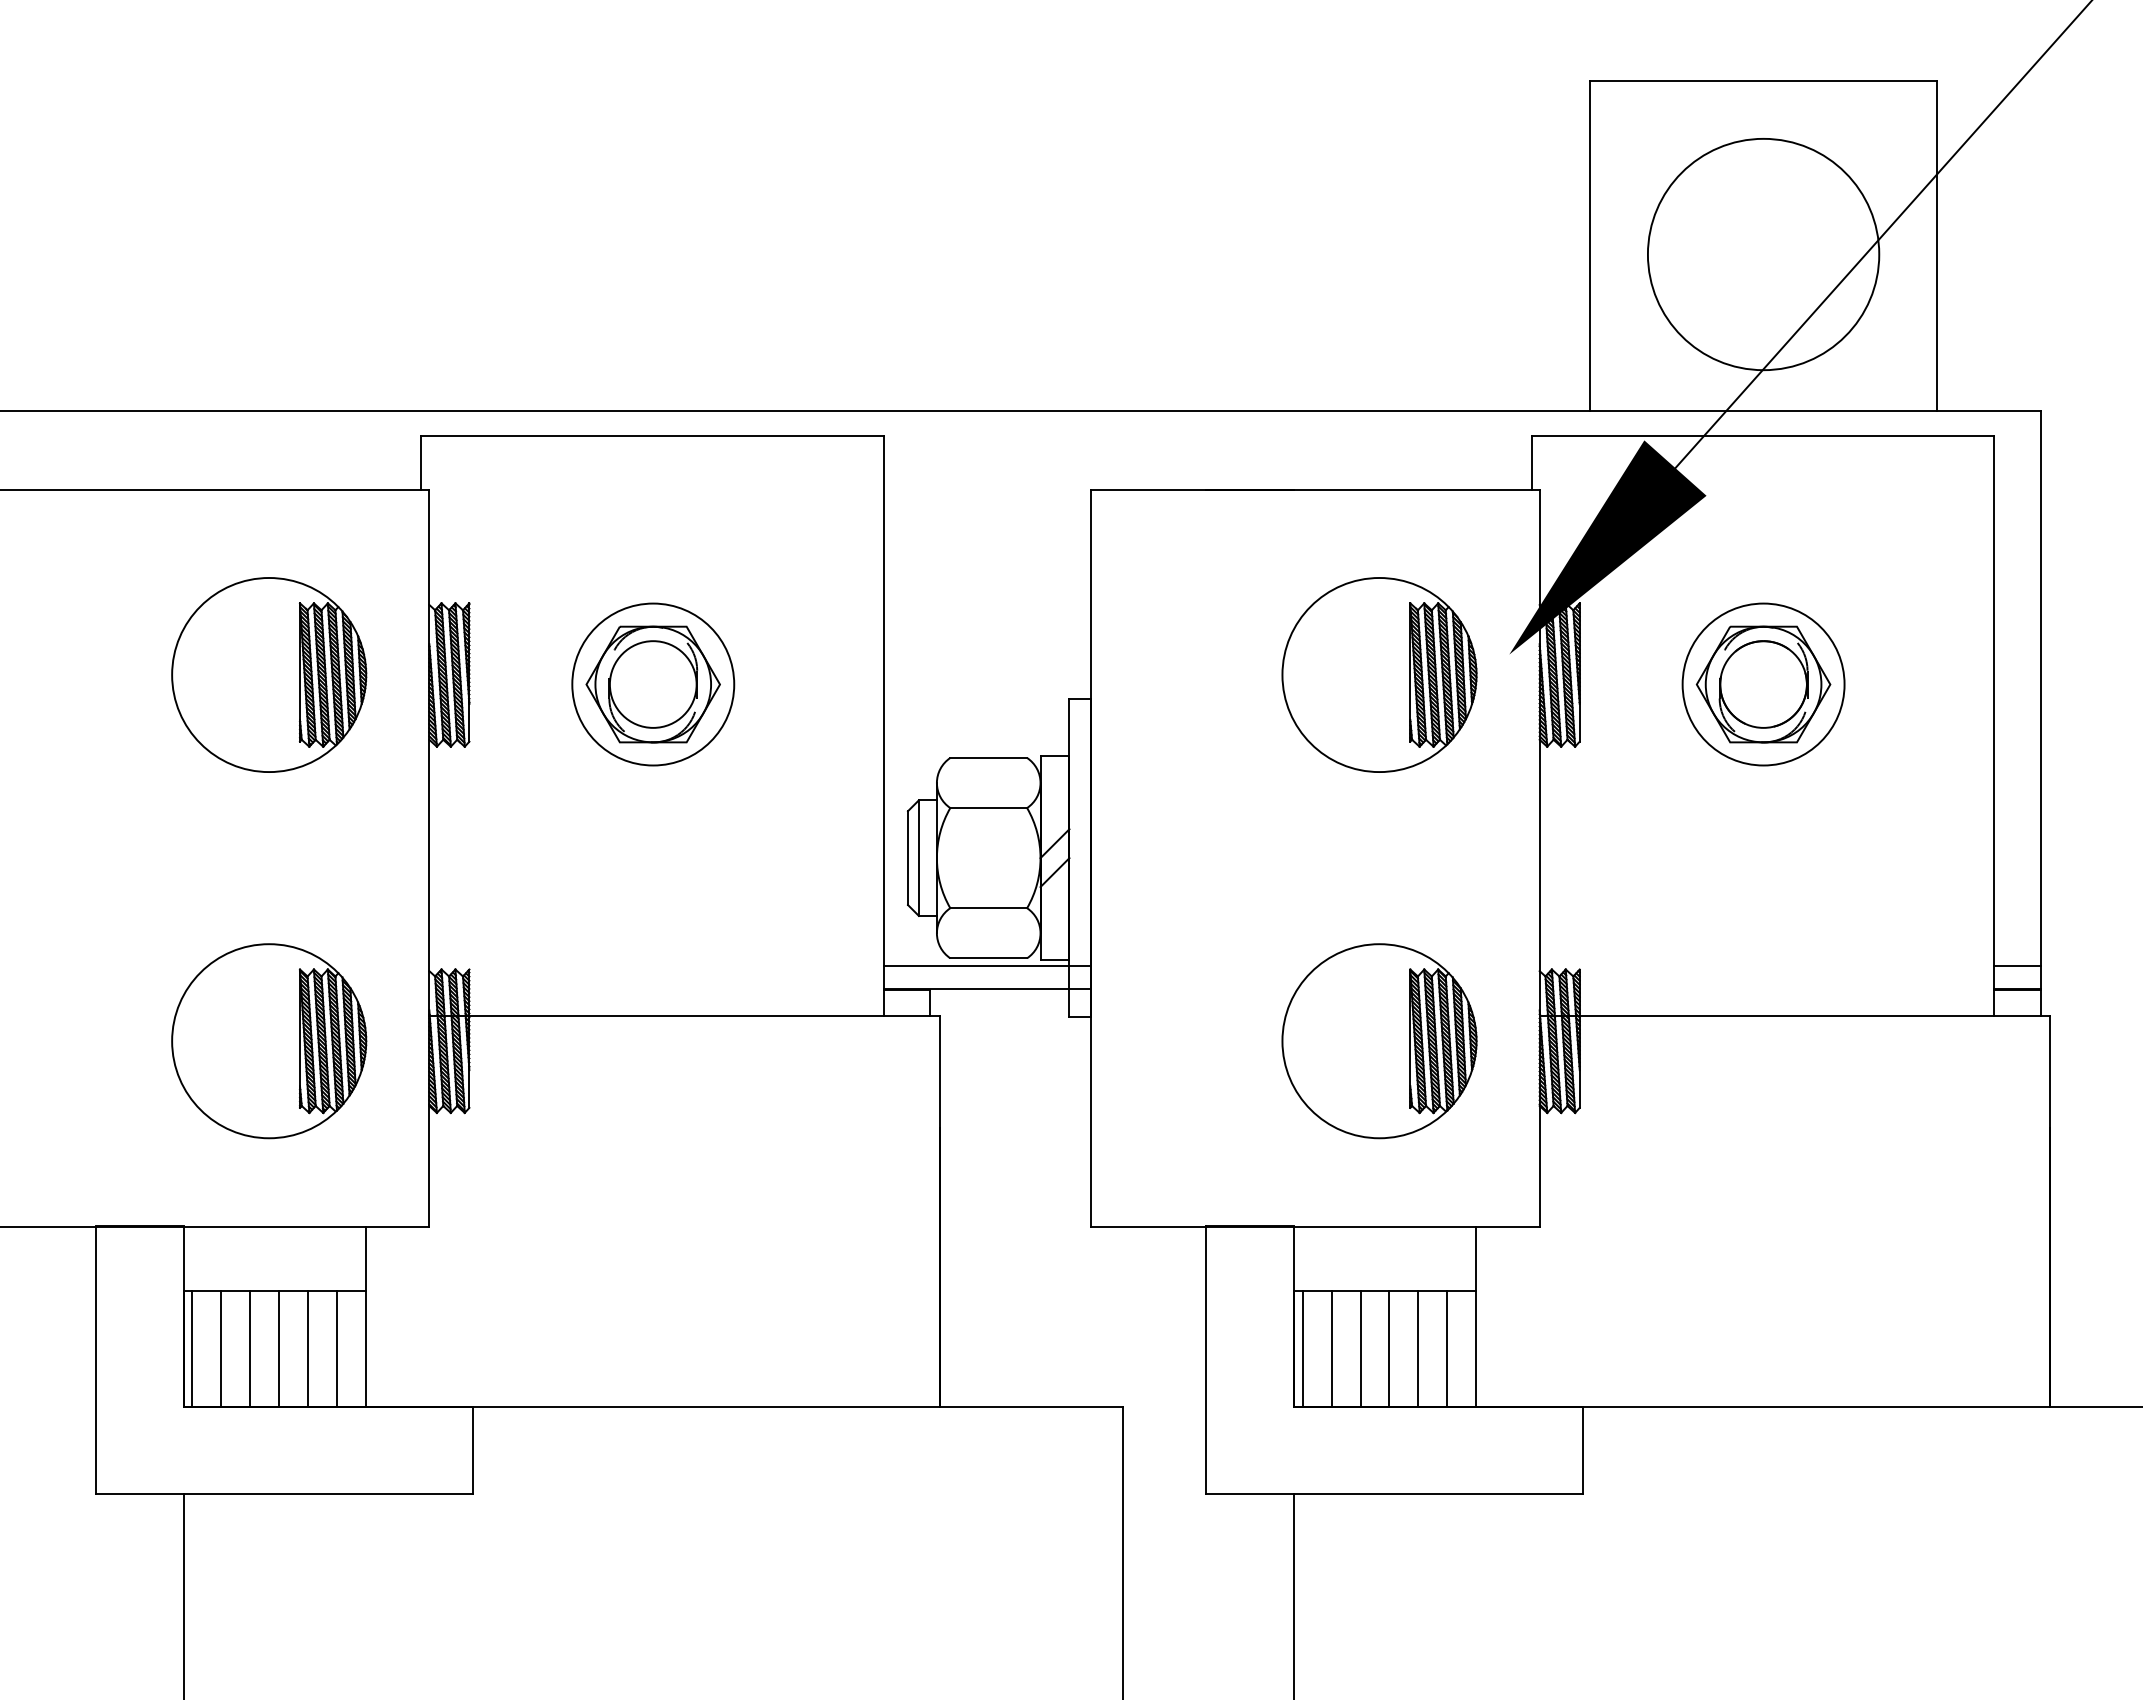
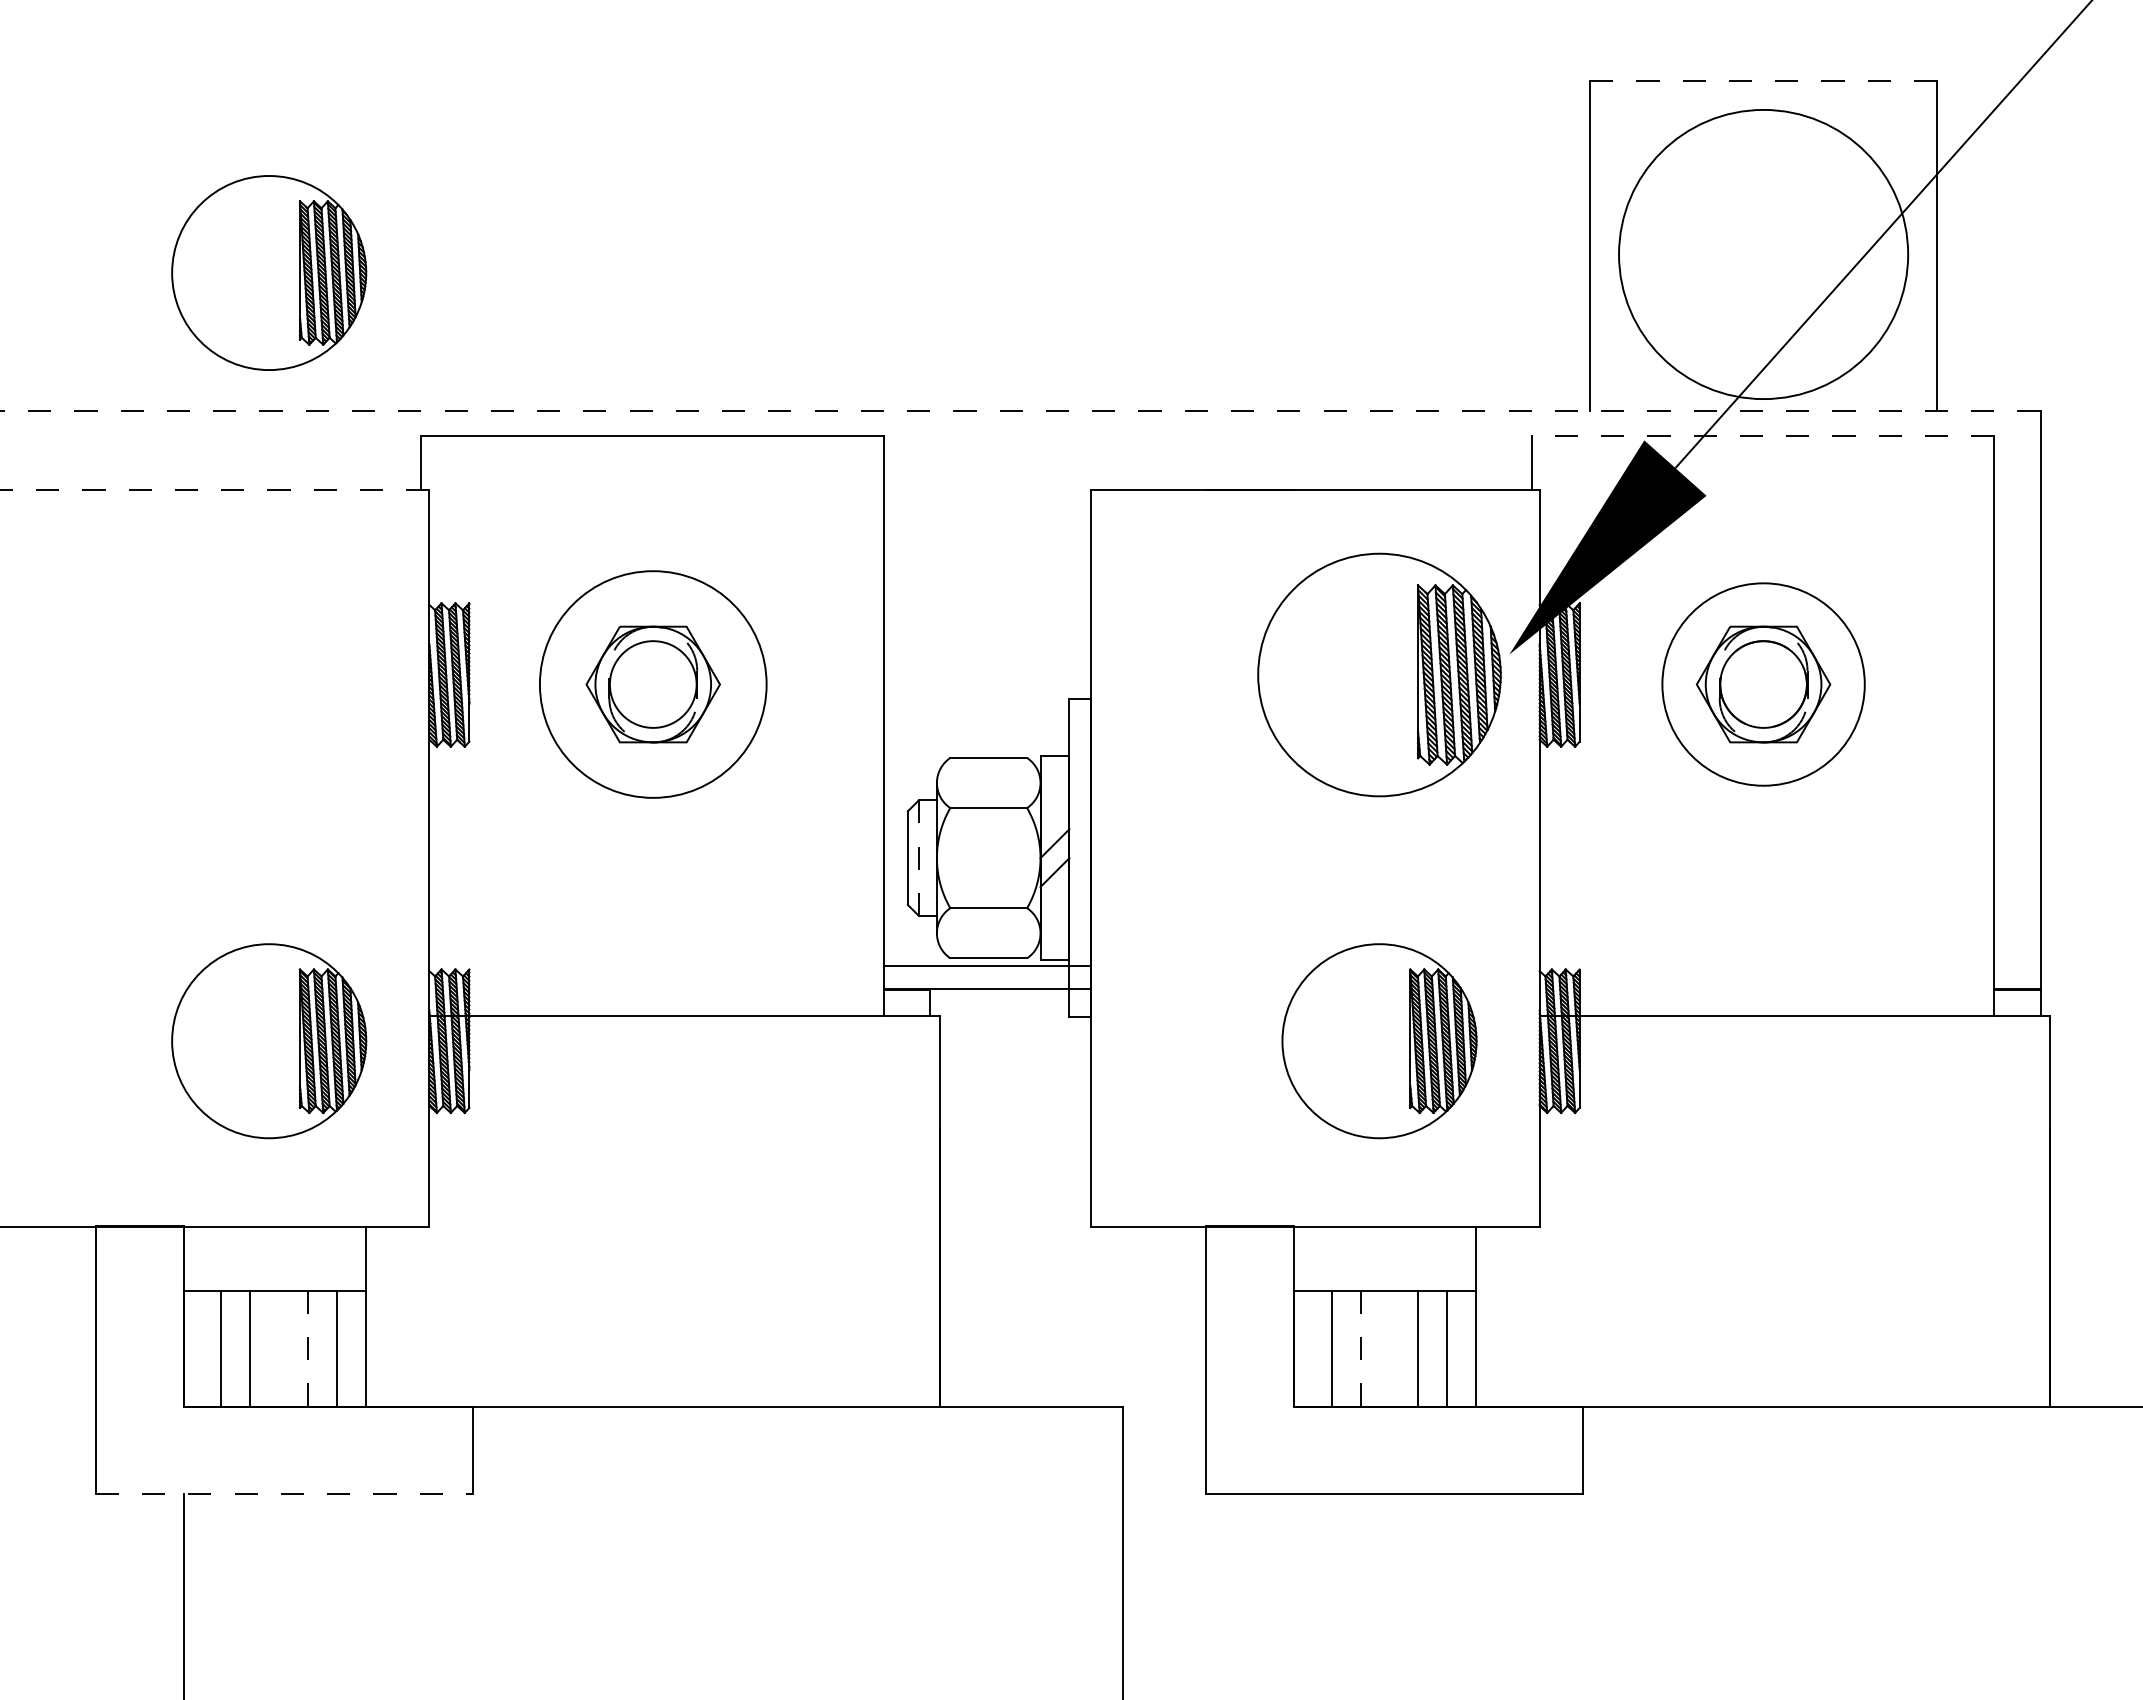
line at (1764, 81): solid -> dashed
circle at (1763, 254) diameter: 231 px -> 289 px
line at (1019, 411): solid -> dashed
line at (1762, 436): solid -> dashed
line at (214, 489): solid -> dashed
part at (269, 674) position: (269, 674) -> (269, 272)
part at (1379, 674) size: 197x196 px -> 245x246 px
circle at (653, 684) diameter: 162 px -> 227 px
circle at (1763, 684) diameter: 162 px -> 202 px
line at (918, 858): solid -> dashed
line at (2017, 966): present -> none
line at (192, 1348): present -> none
line at (279, 1348): present -> none
line at (308, 1348): solid -> dashed
line at (1302, 1348): present -> none
line at (1360, 1348): solid -> dashed
line at (1389, 1348): present -> none
line at (284, 1494): solid -> dashed
line at (1294, 1595): present -> none
